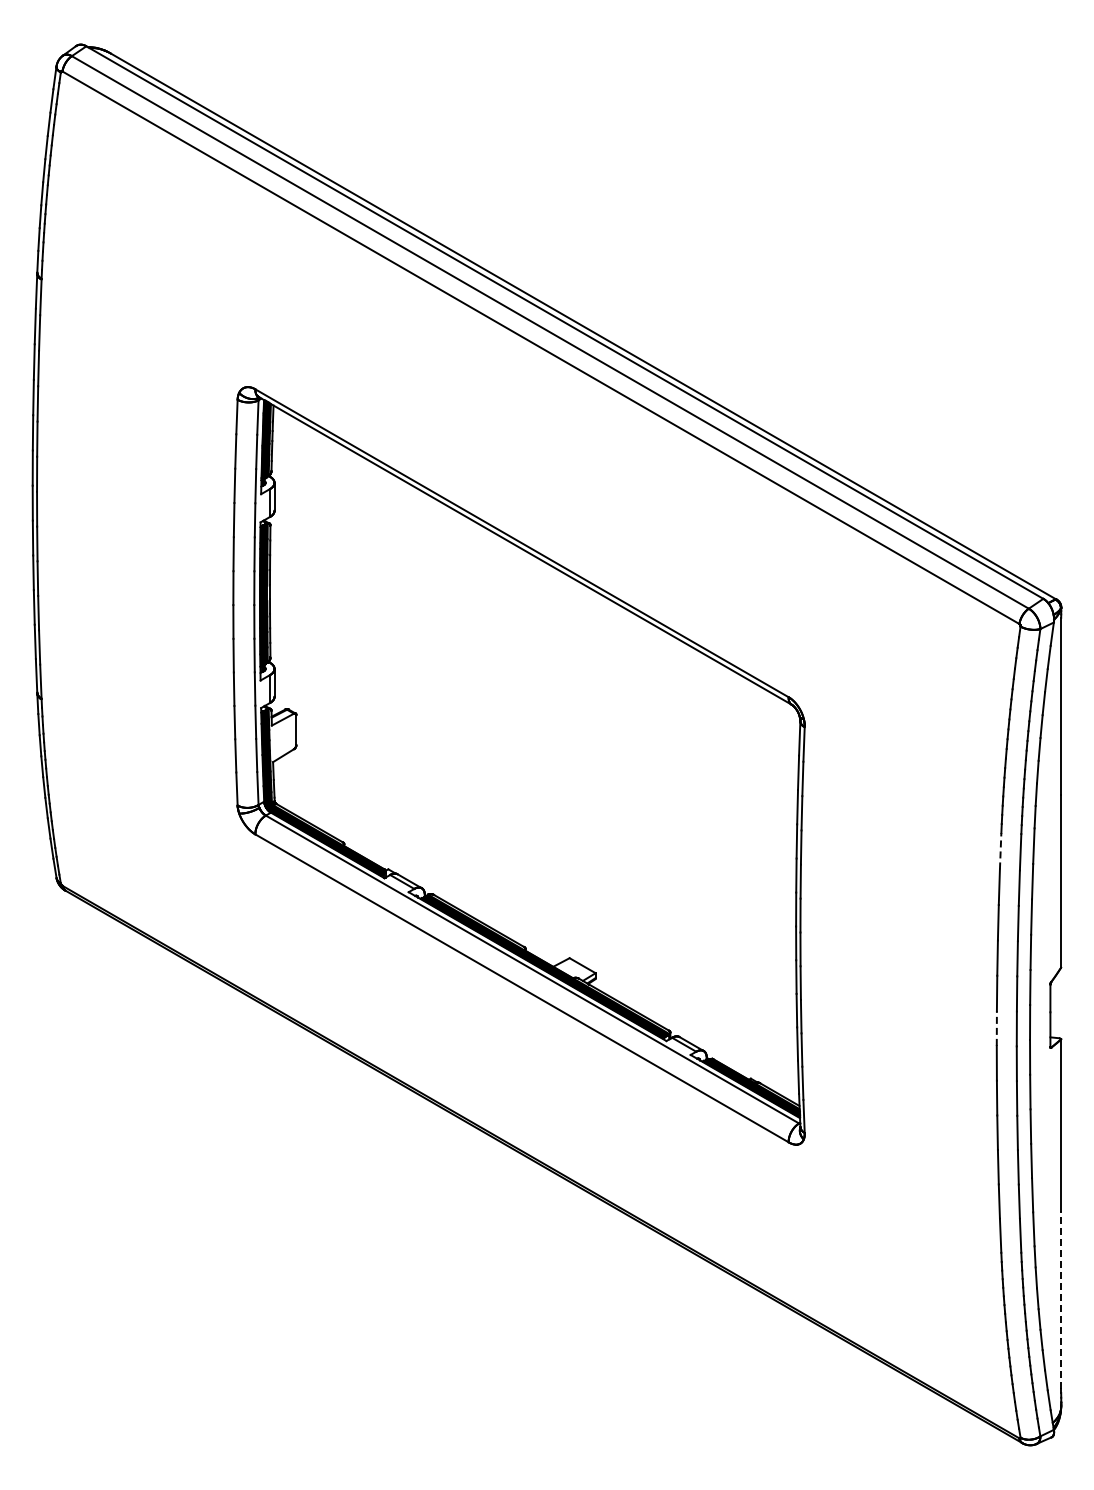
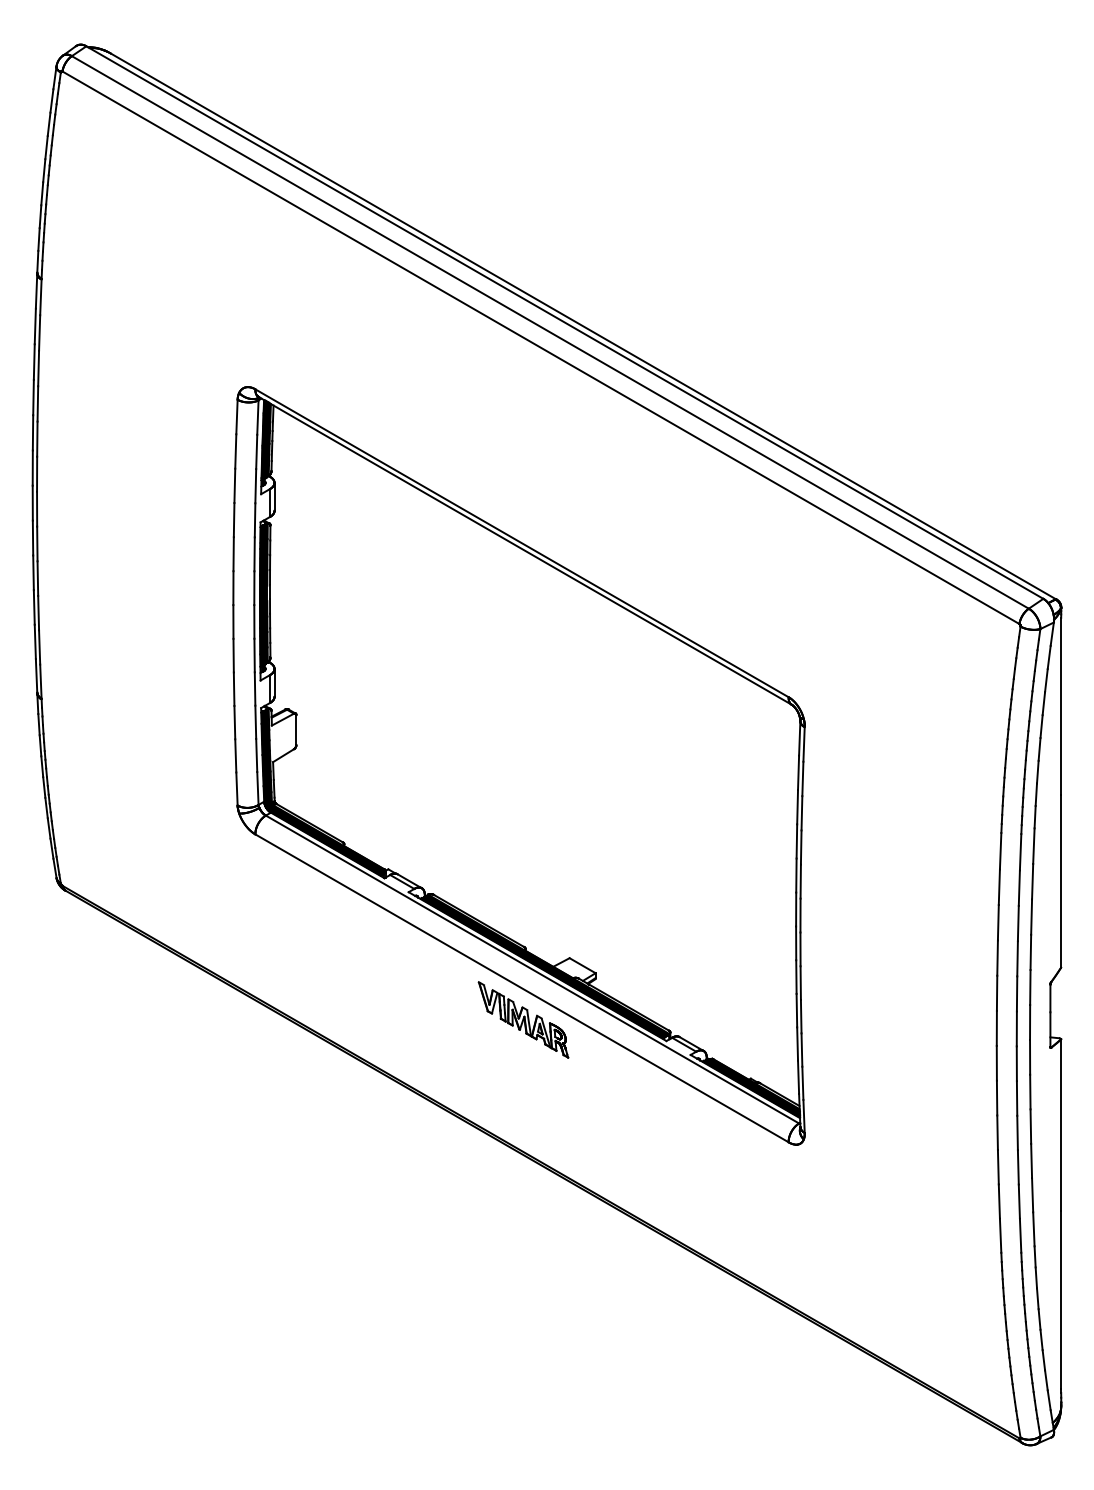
line at (1000, 850): dashed -> solid
part at (523, 1019): none -> present
line at (996, 1028): dashed -> solid
line at (1061, 1300): dashed -> solid
